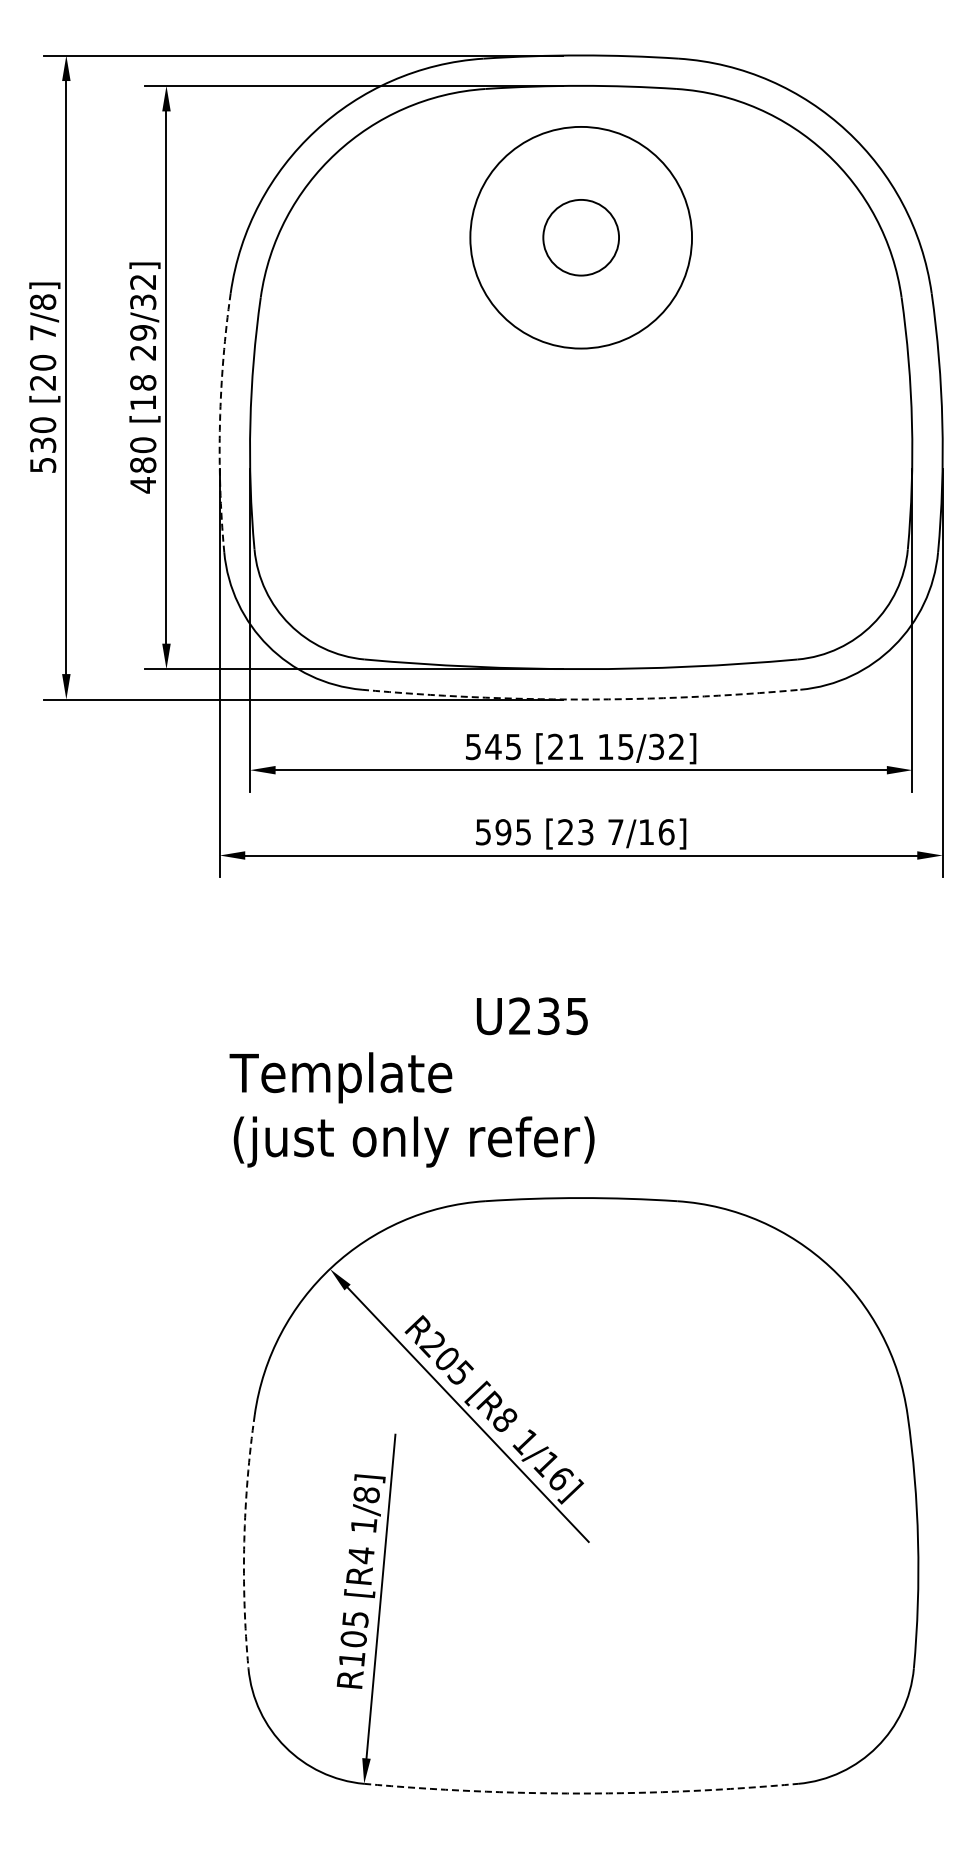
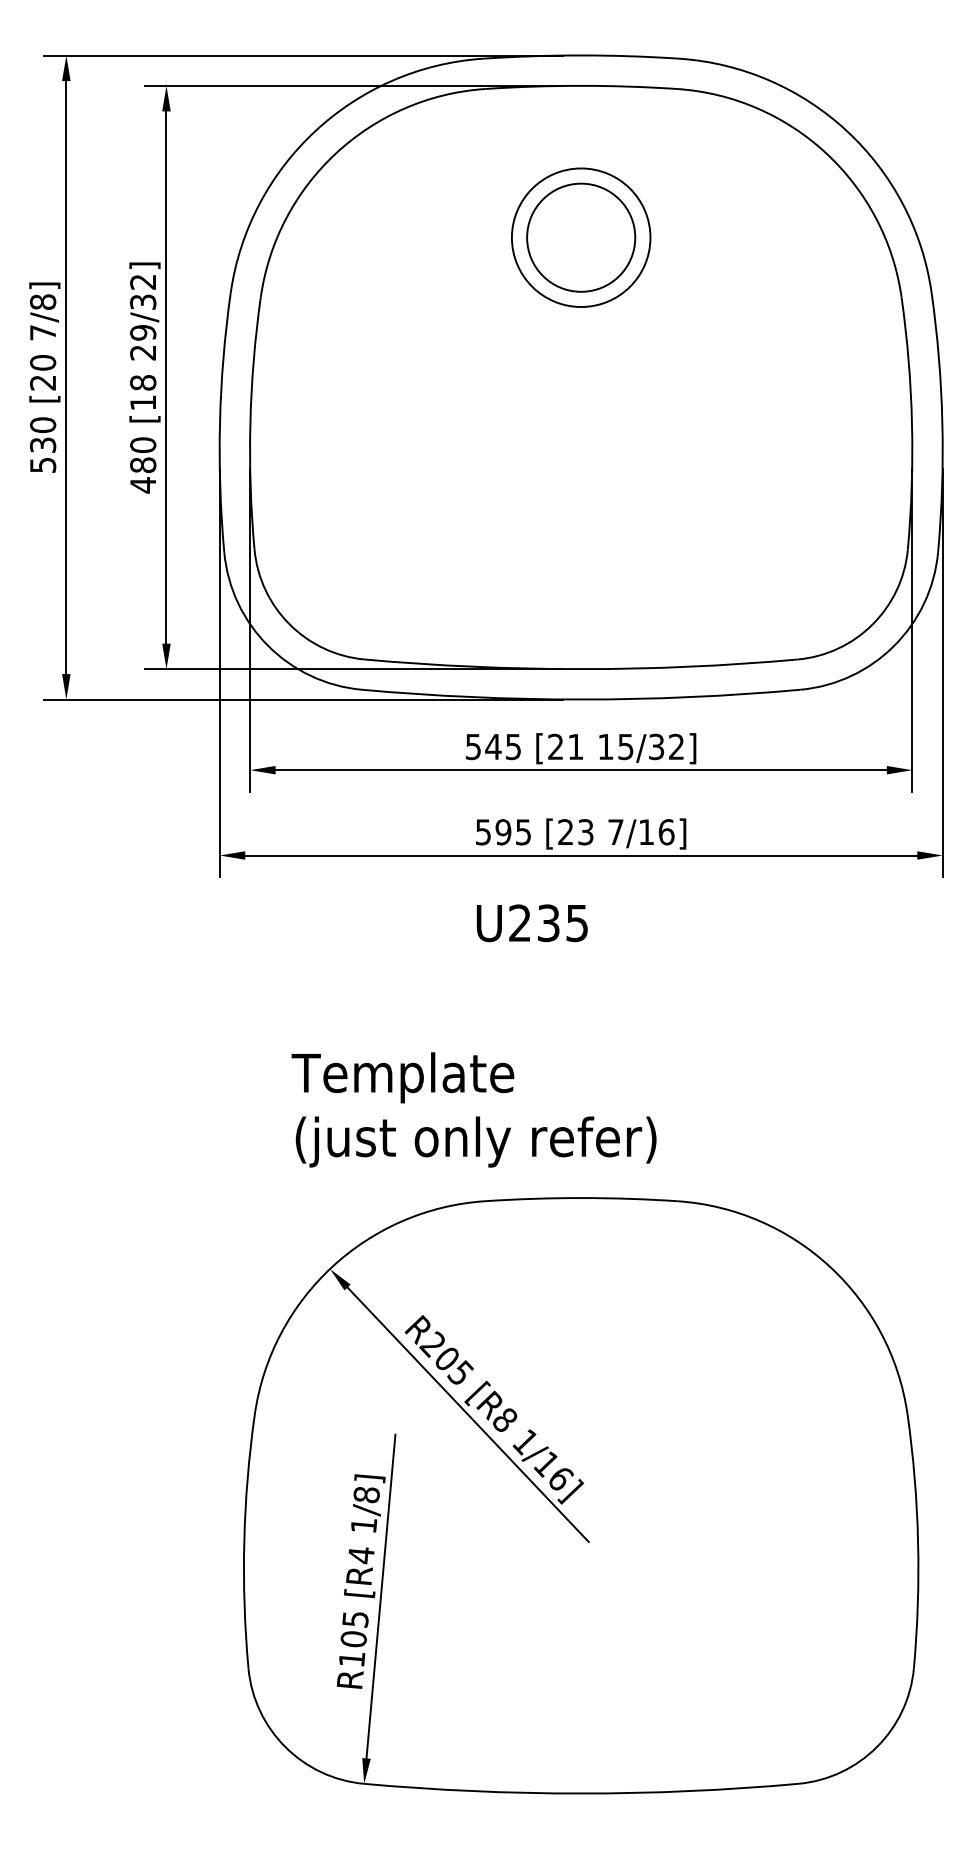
circle at (581, 237) diameter: 222 px -> 139 px
circle at (581, 237) diameter: 76 px -> 108 px
arc at (220, 422): dashed -> solid
arc at (581, 699): dashed -> solid
text at (532, 1016) position: (532, 1016) -> (532, 923)
text at (411, 1109) position: (411, 1109) -> (473, 1109)
arc at (244, 1541): dashed -> solid
arc at (581, 1793): dashed -> solid
